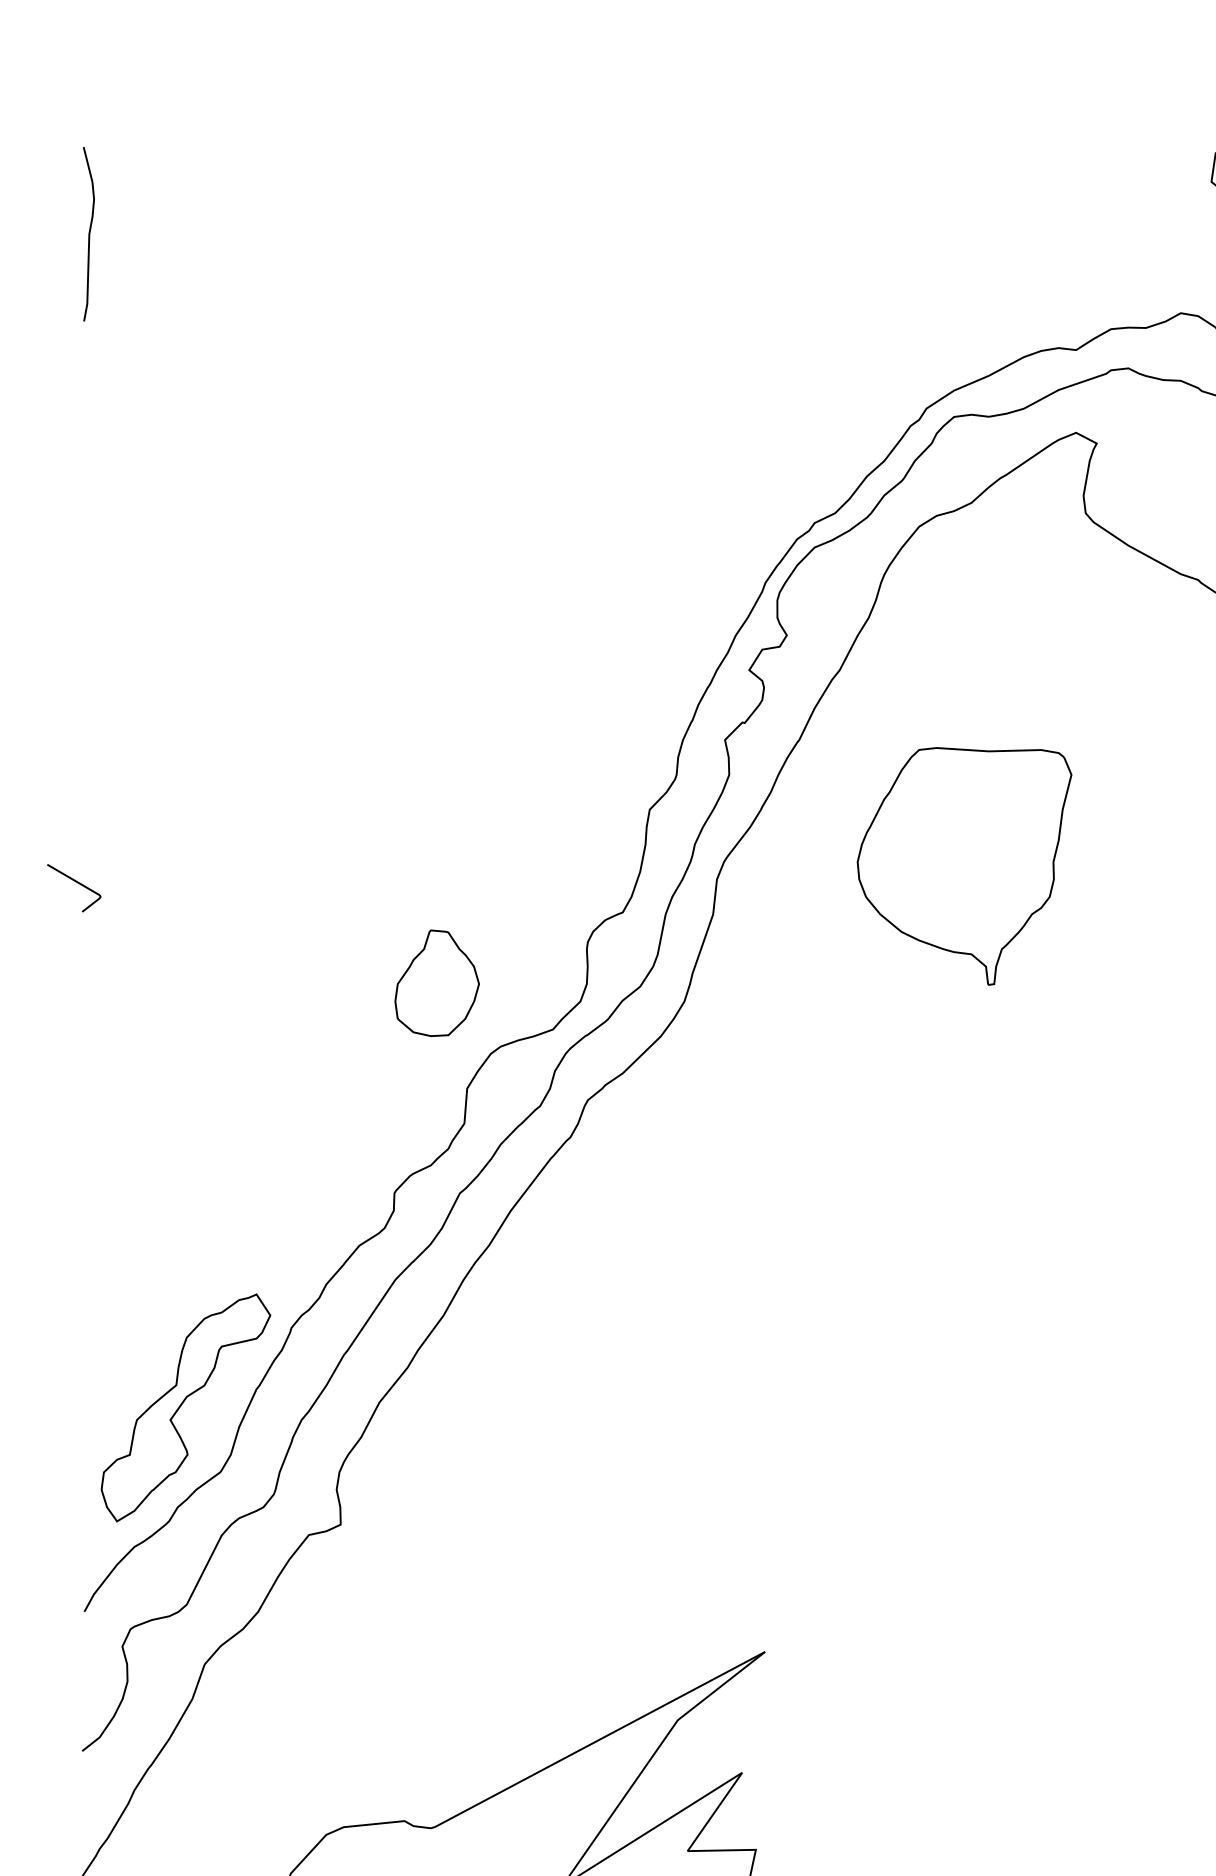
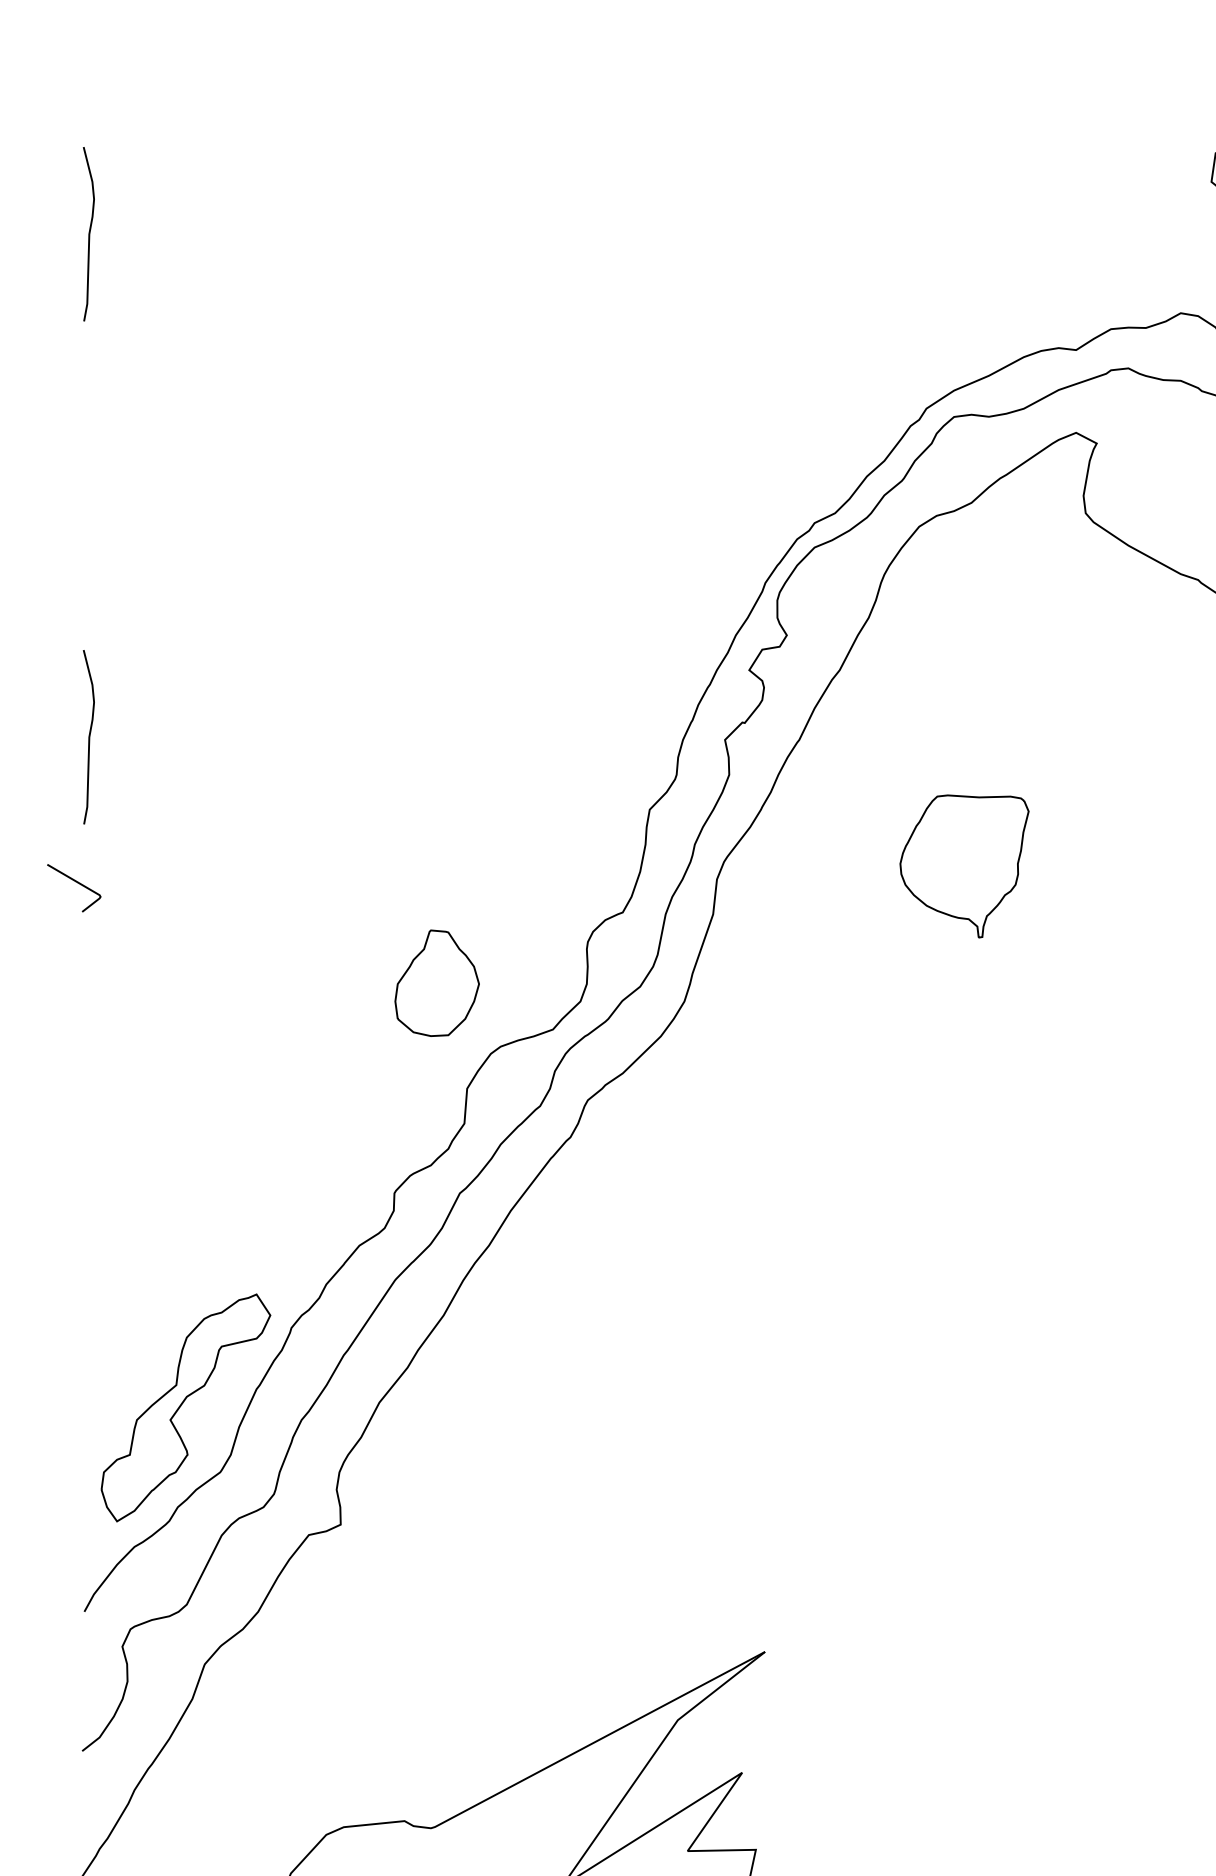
curve at (88, 737): none -> present
part at (964, 866) size: 217x239 px -> 131x145 px
